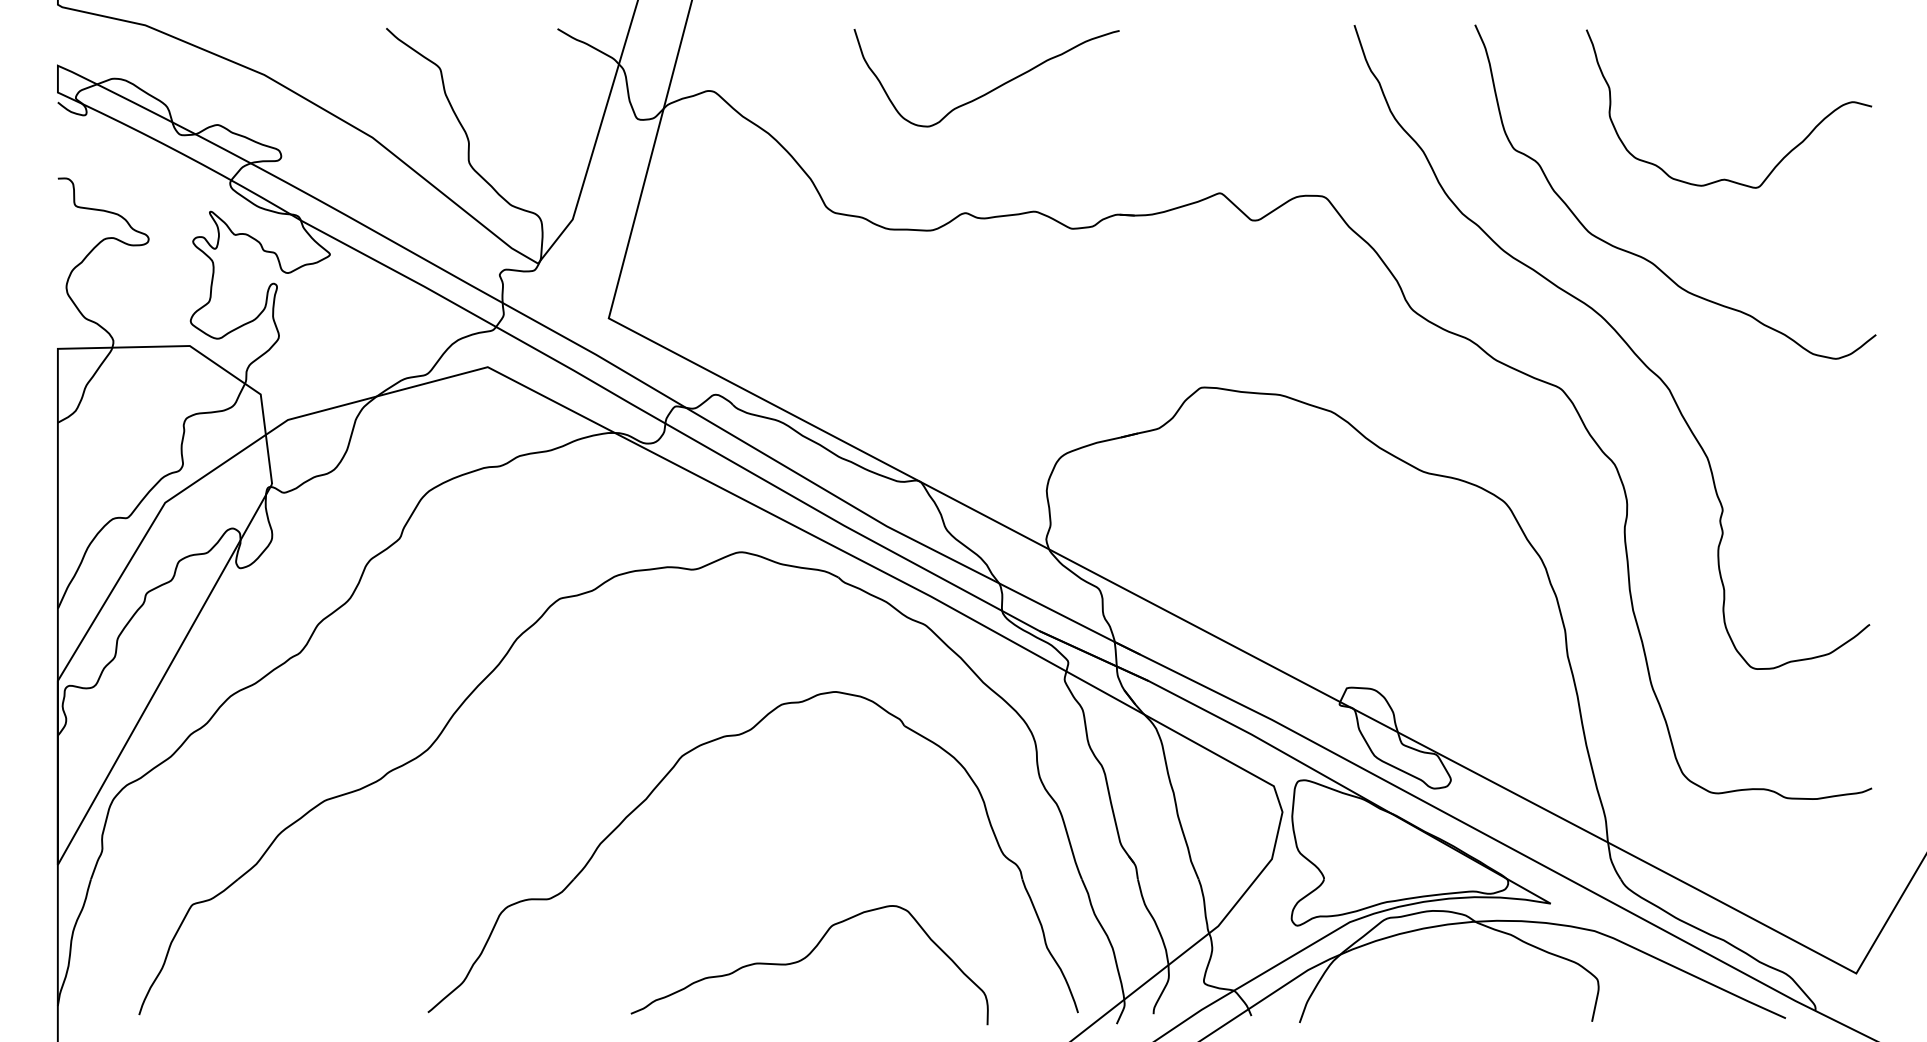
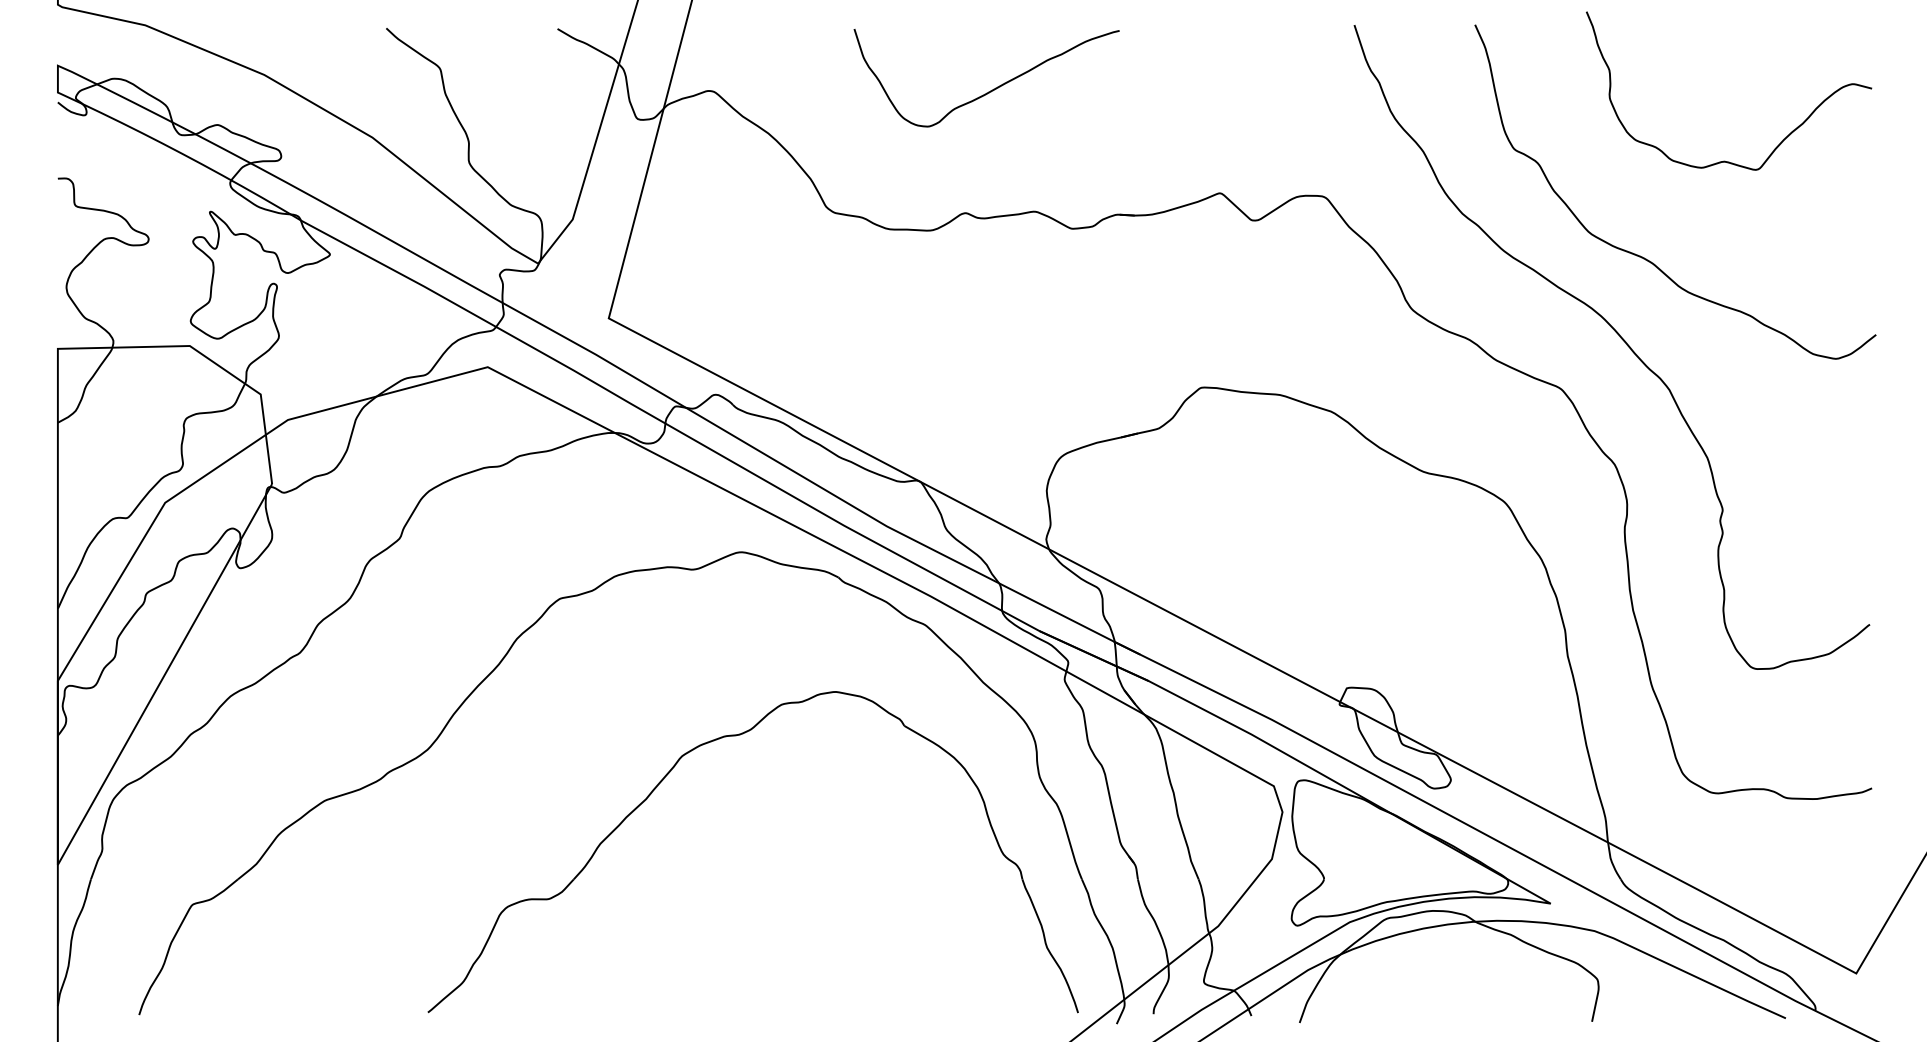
curve at (1724, 178) position: (1724, 178) -> (1724, 160)
curve at (804, 959): present -> none
